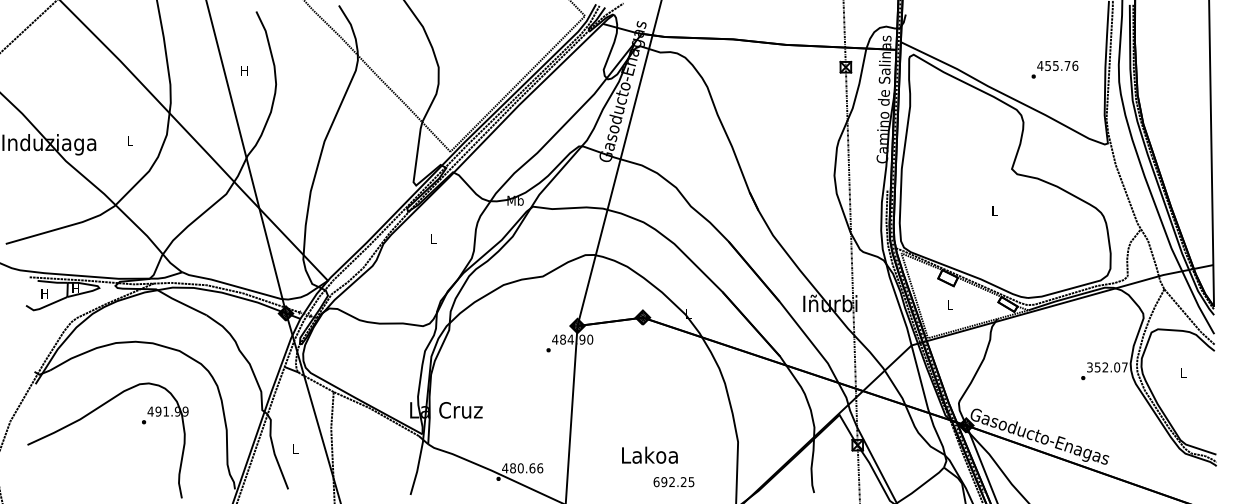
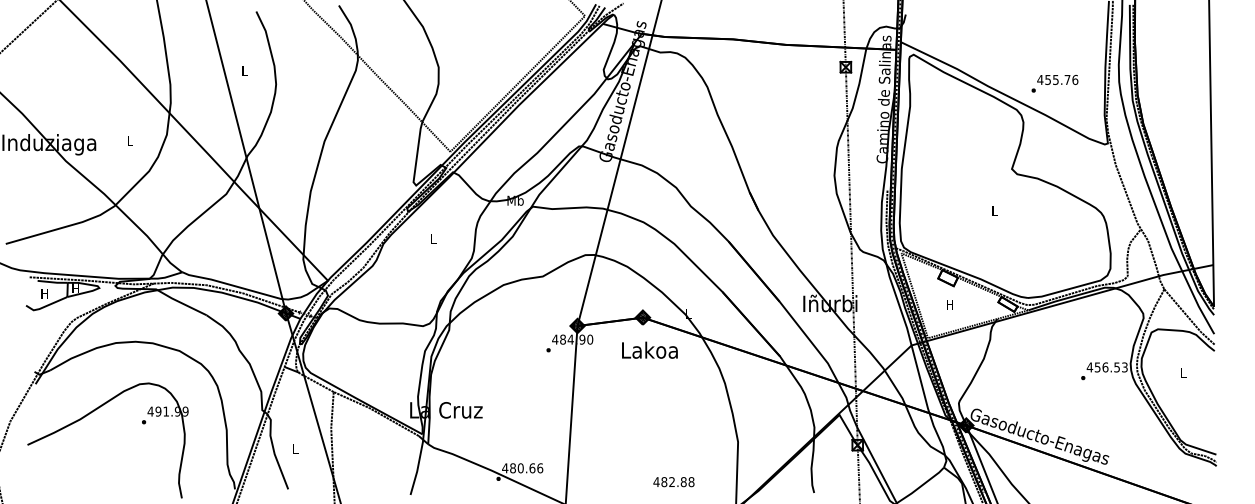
text at (1054, 69) position: (1054, 69) -> (1054, 83)
text at (244, 70): H -> L
text at (949, 304): L -> H
text at (1106, 367): 352.07 -> 456.53
text at (649, 454) position: (649, 454) -> (649, 349)
text at (673, 482): 692.25 -> 482.88
